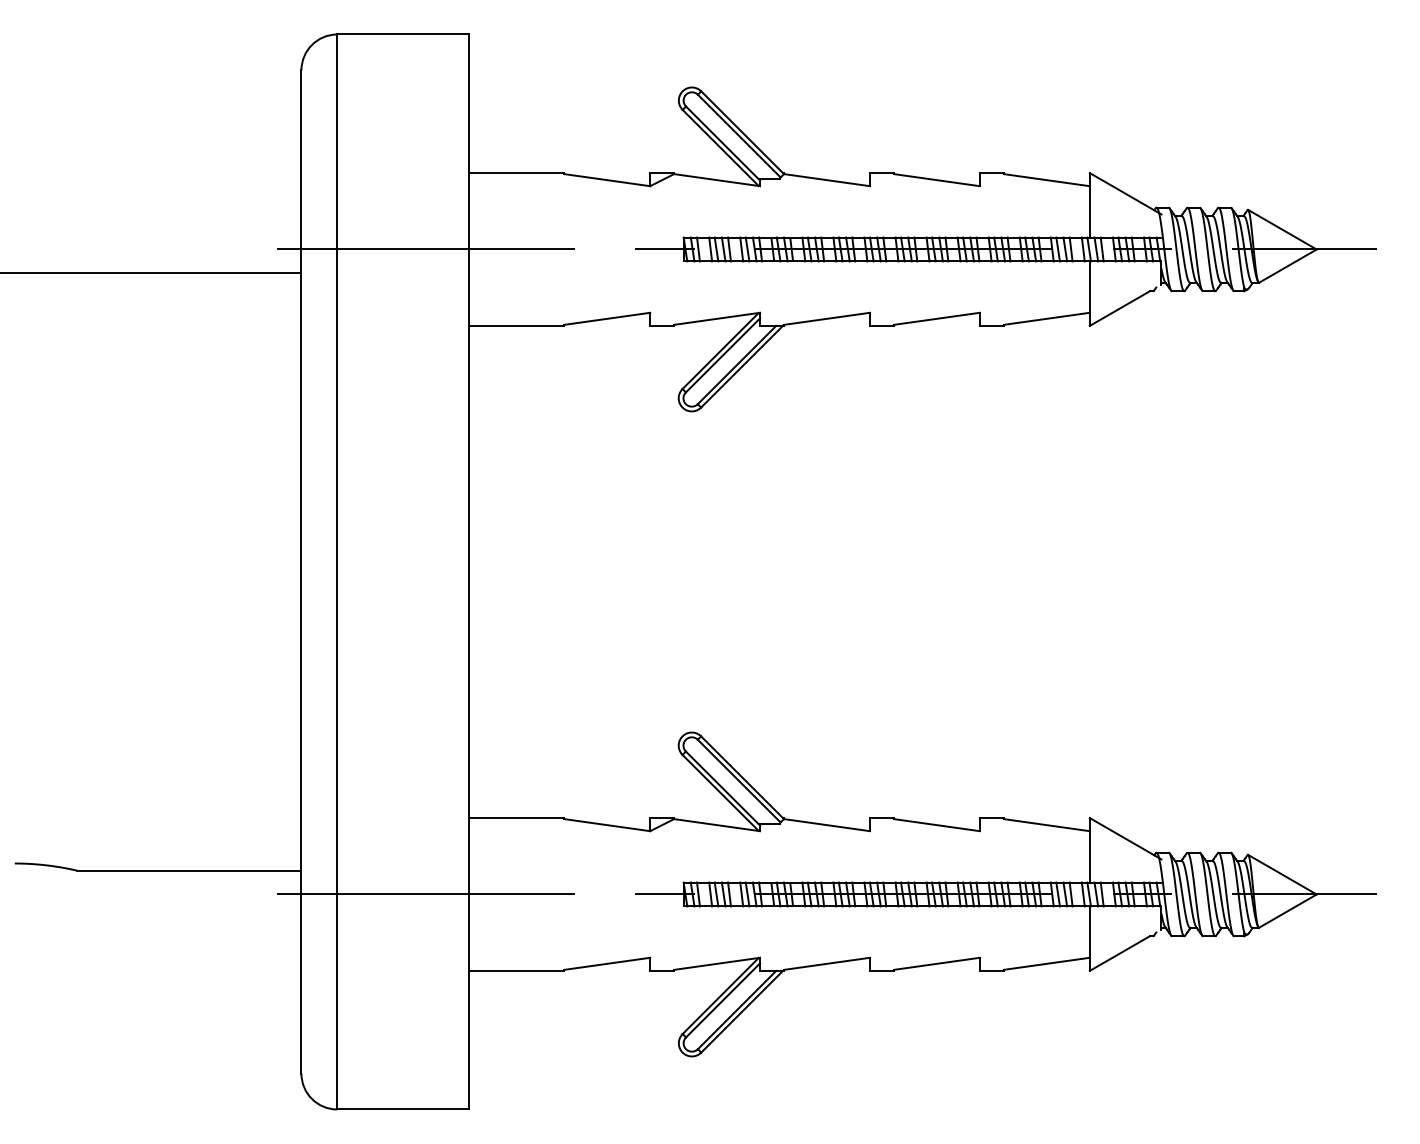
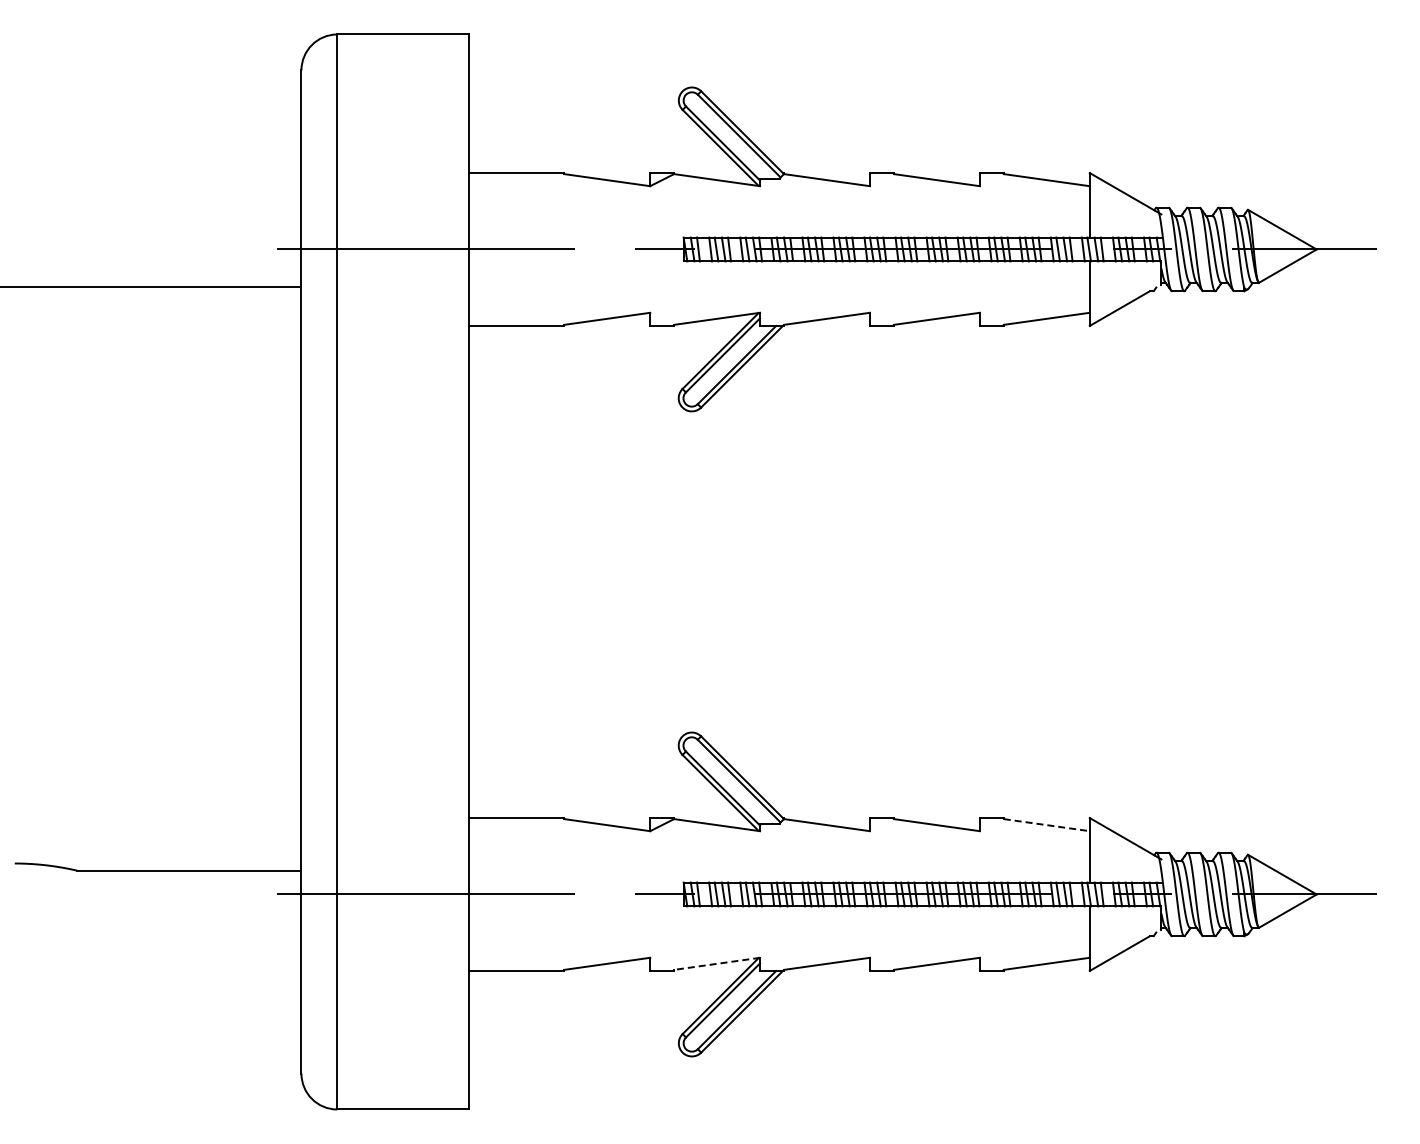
line at (151, 273) position: (151, 273) -> (151, 287)
line at (1047, 825): solid -> dashed
line at (716, 963): solid -> dashed
